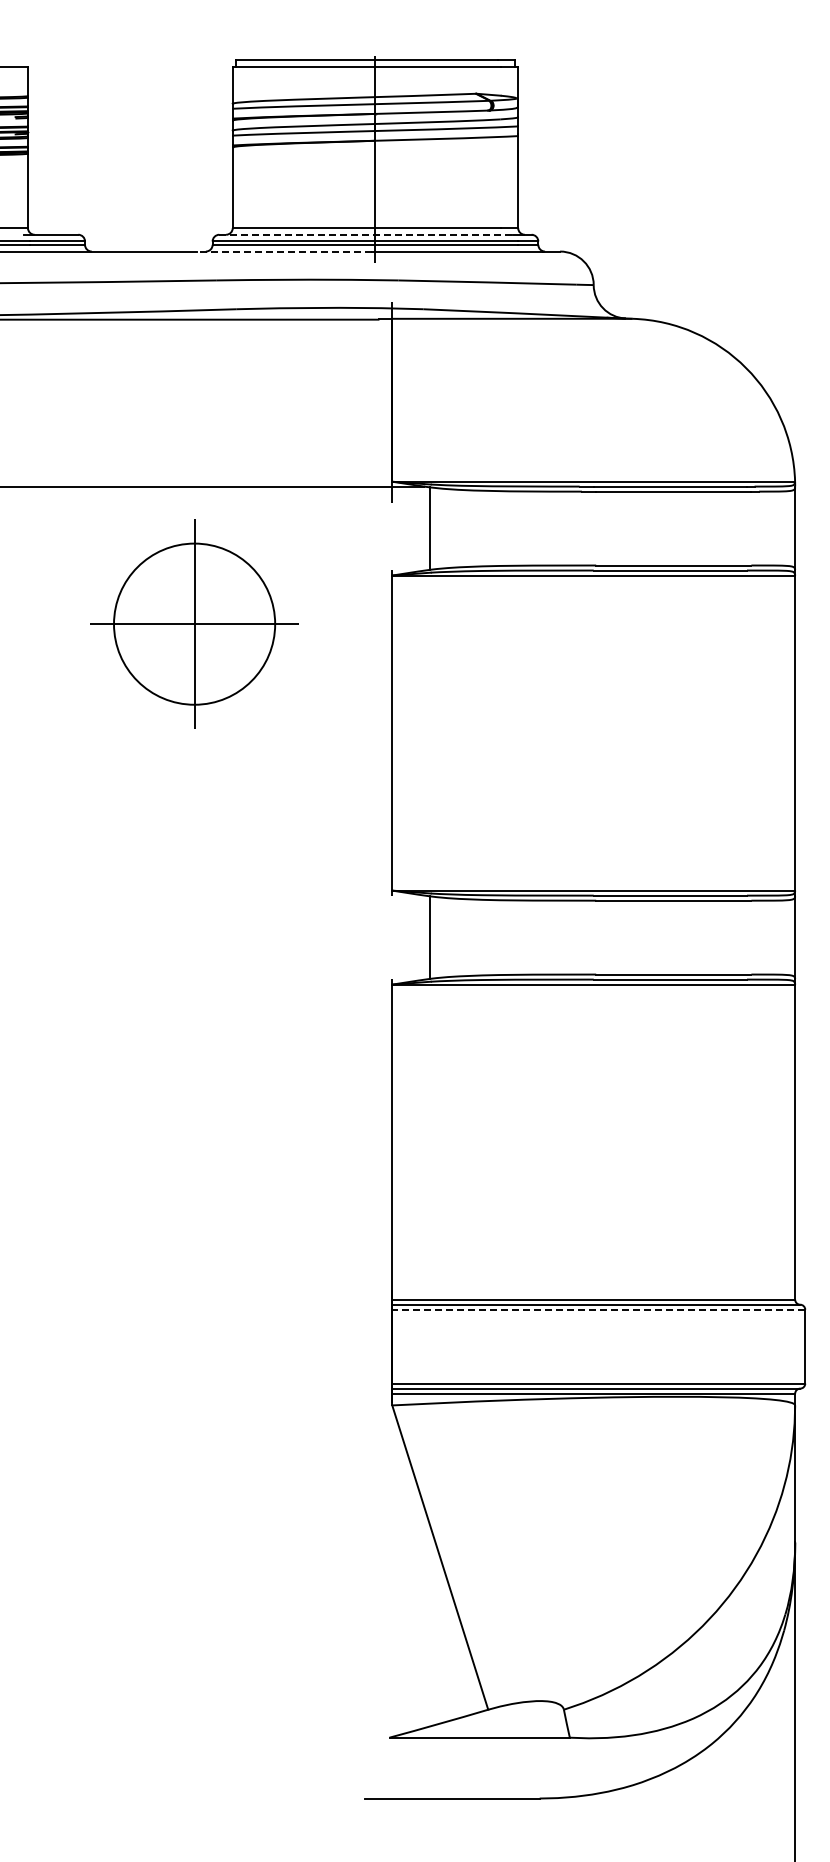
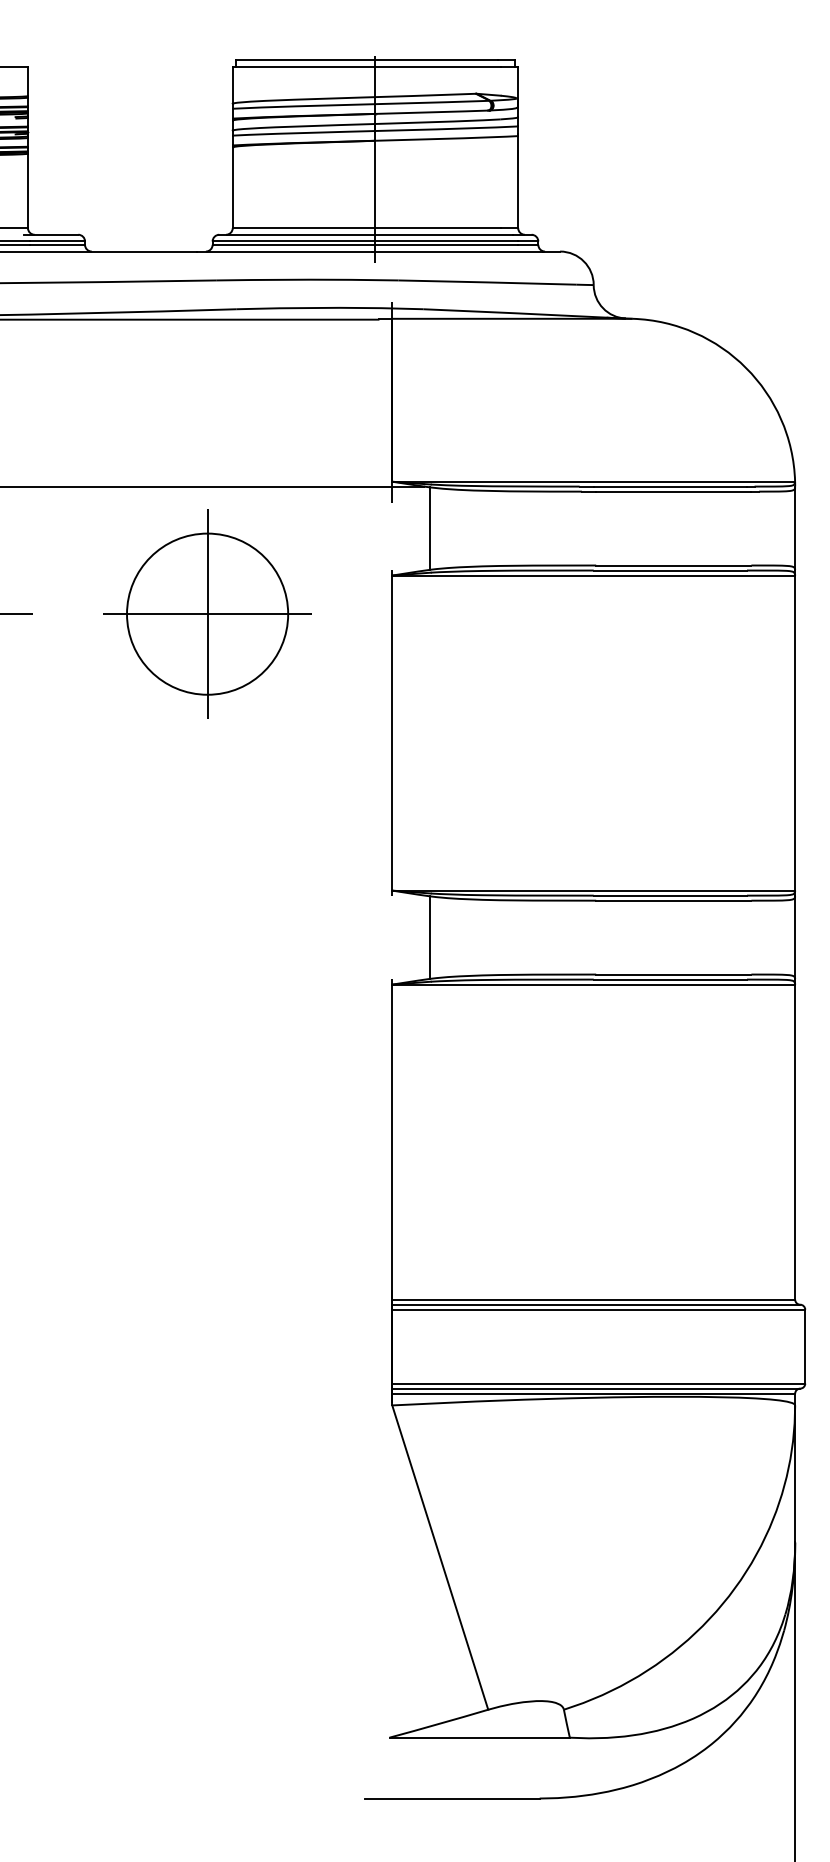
line at (365, 234): dashed -> solid
line at (284, 251): dashed -> solid
line at (17, 614): none -> present
part at (194, 623) position: (194, 623) -> (207, 613)
line at (598, 1309): dashed -> solid
